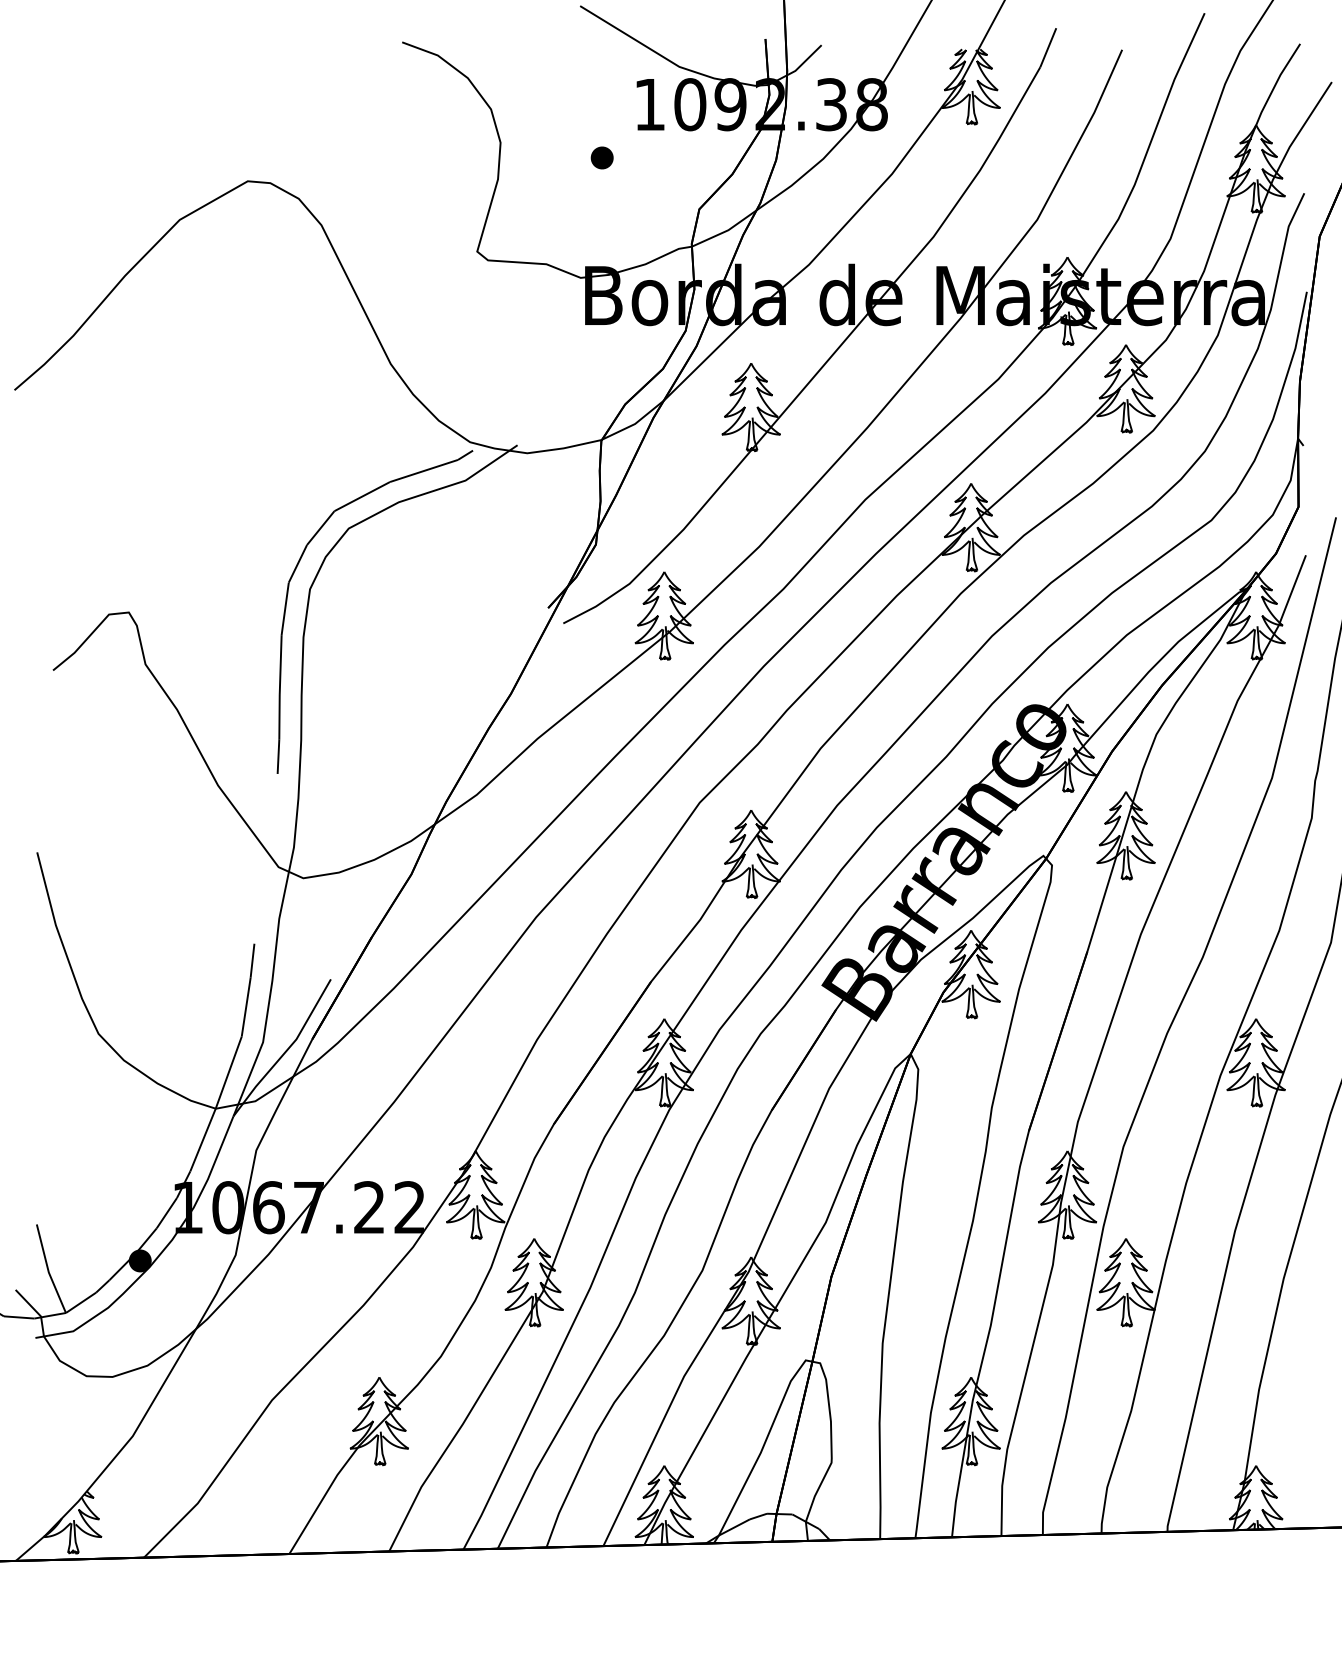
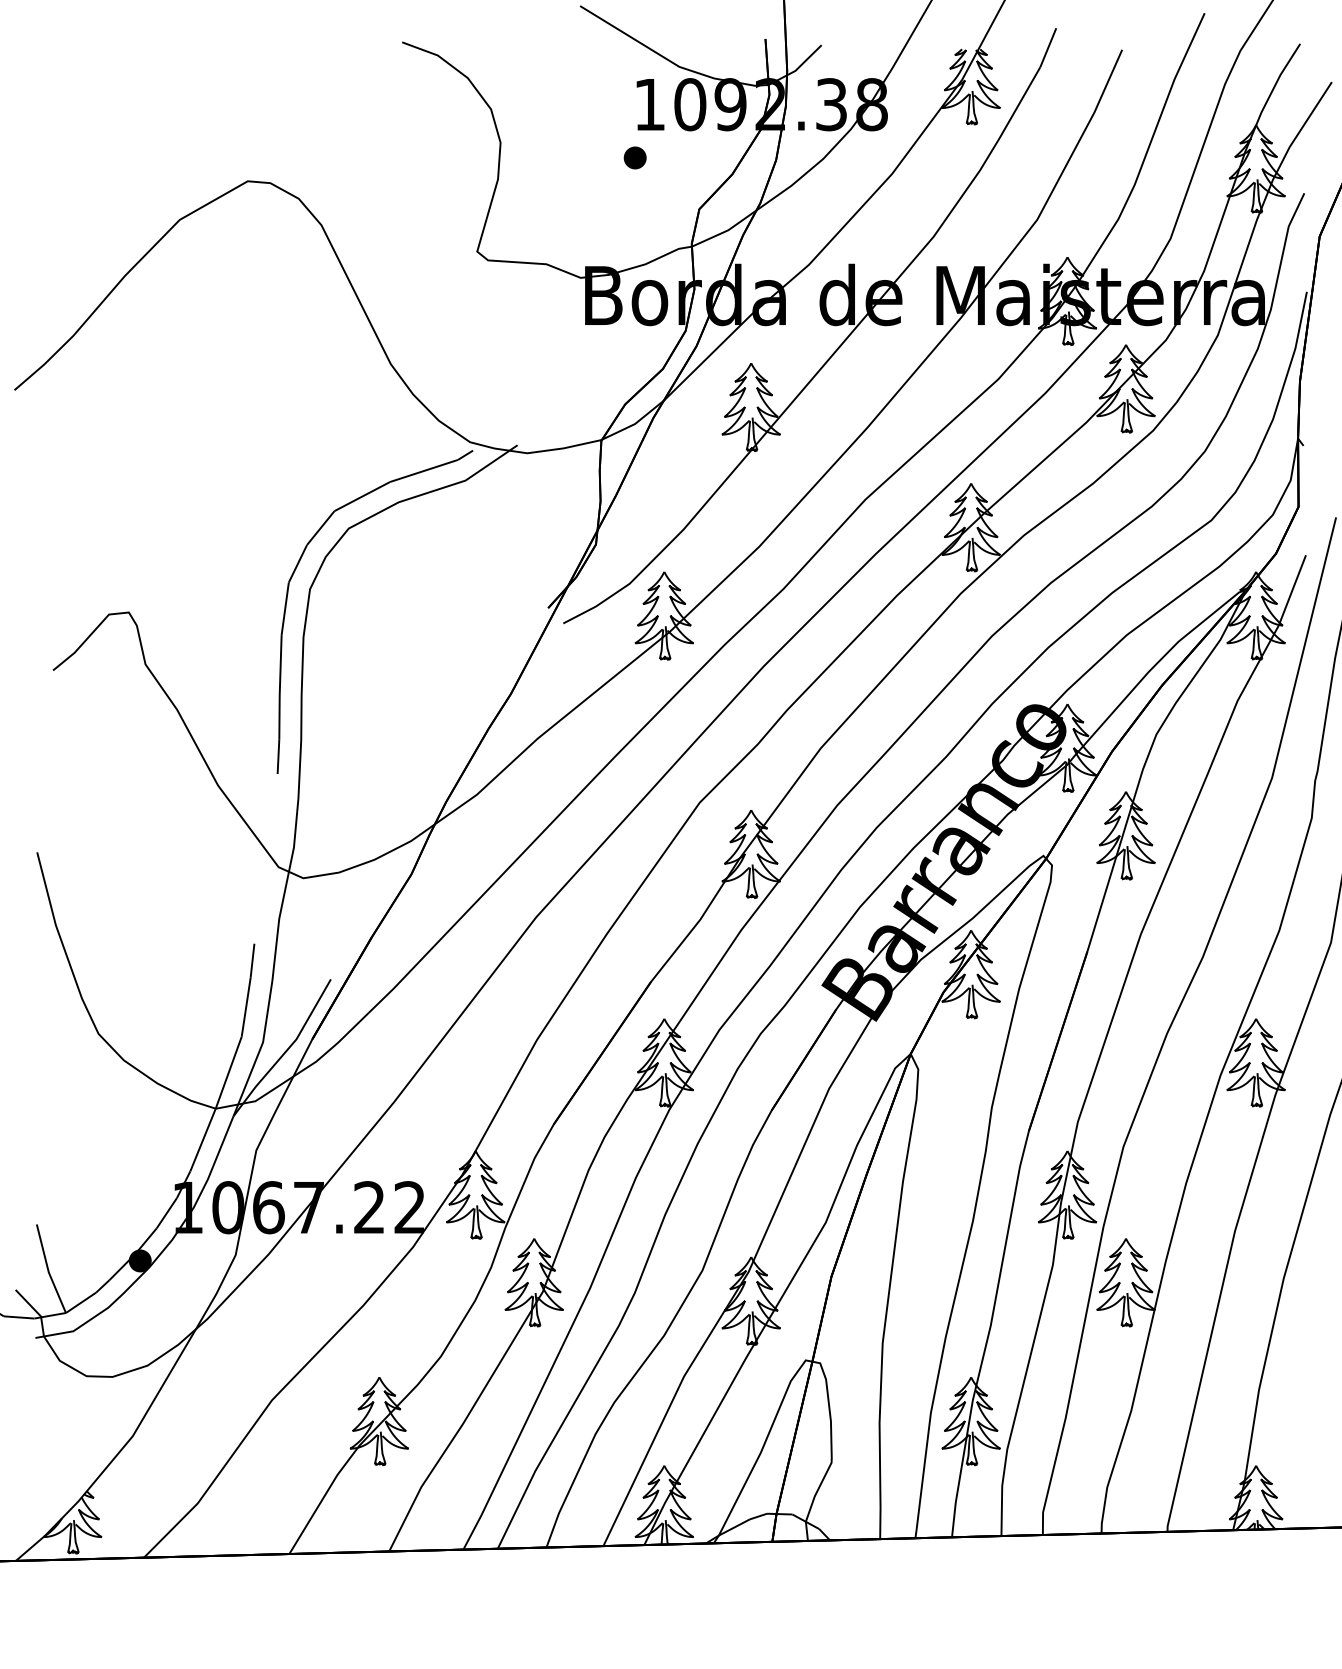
part at (601, 157) position: (601, 157) -> (634, 157)
